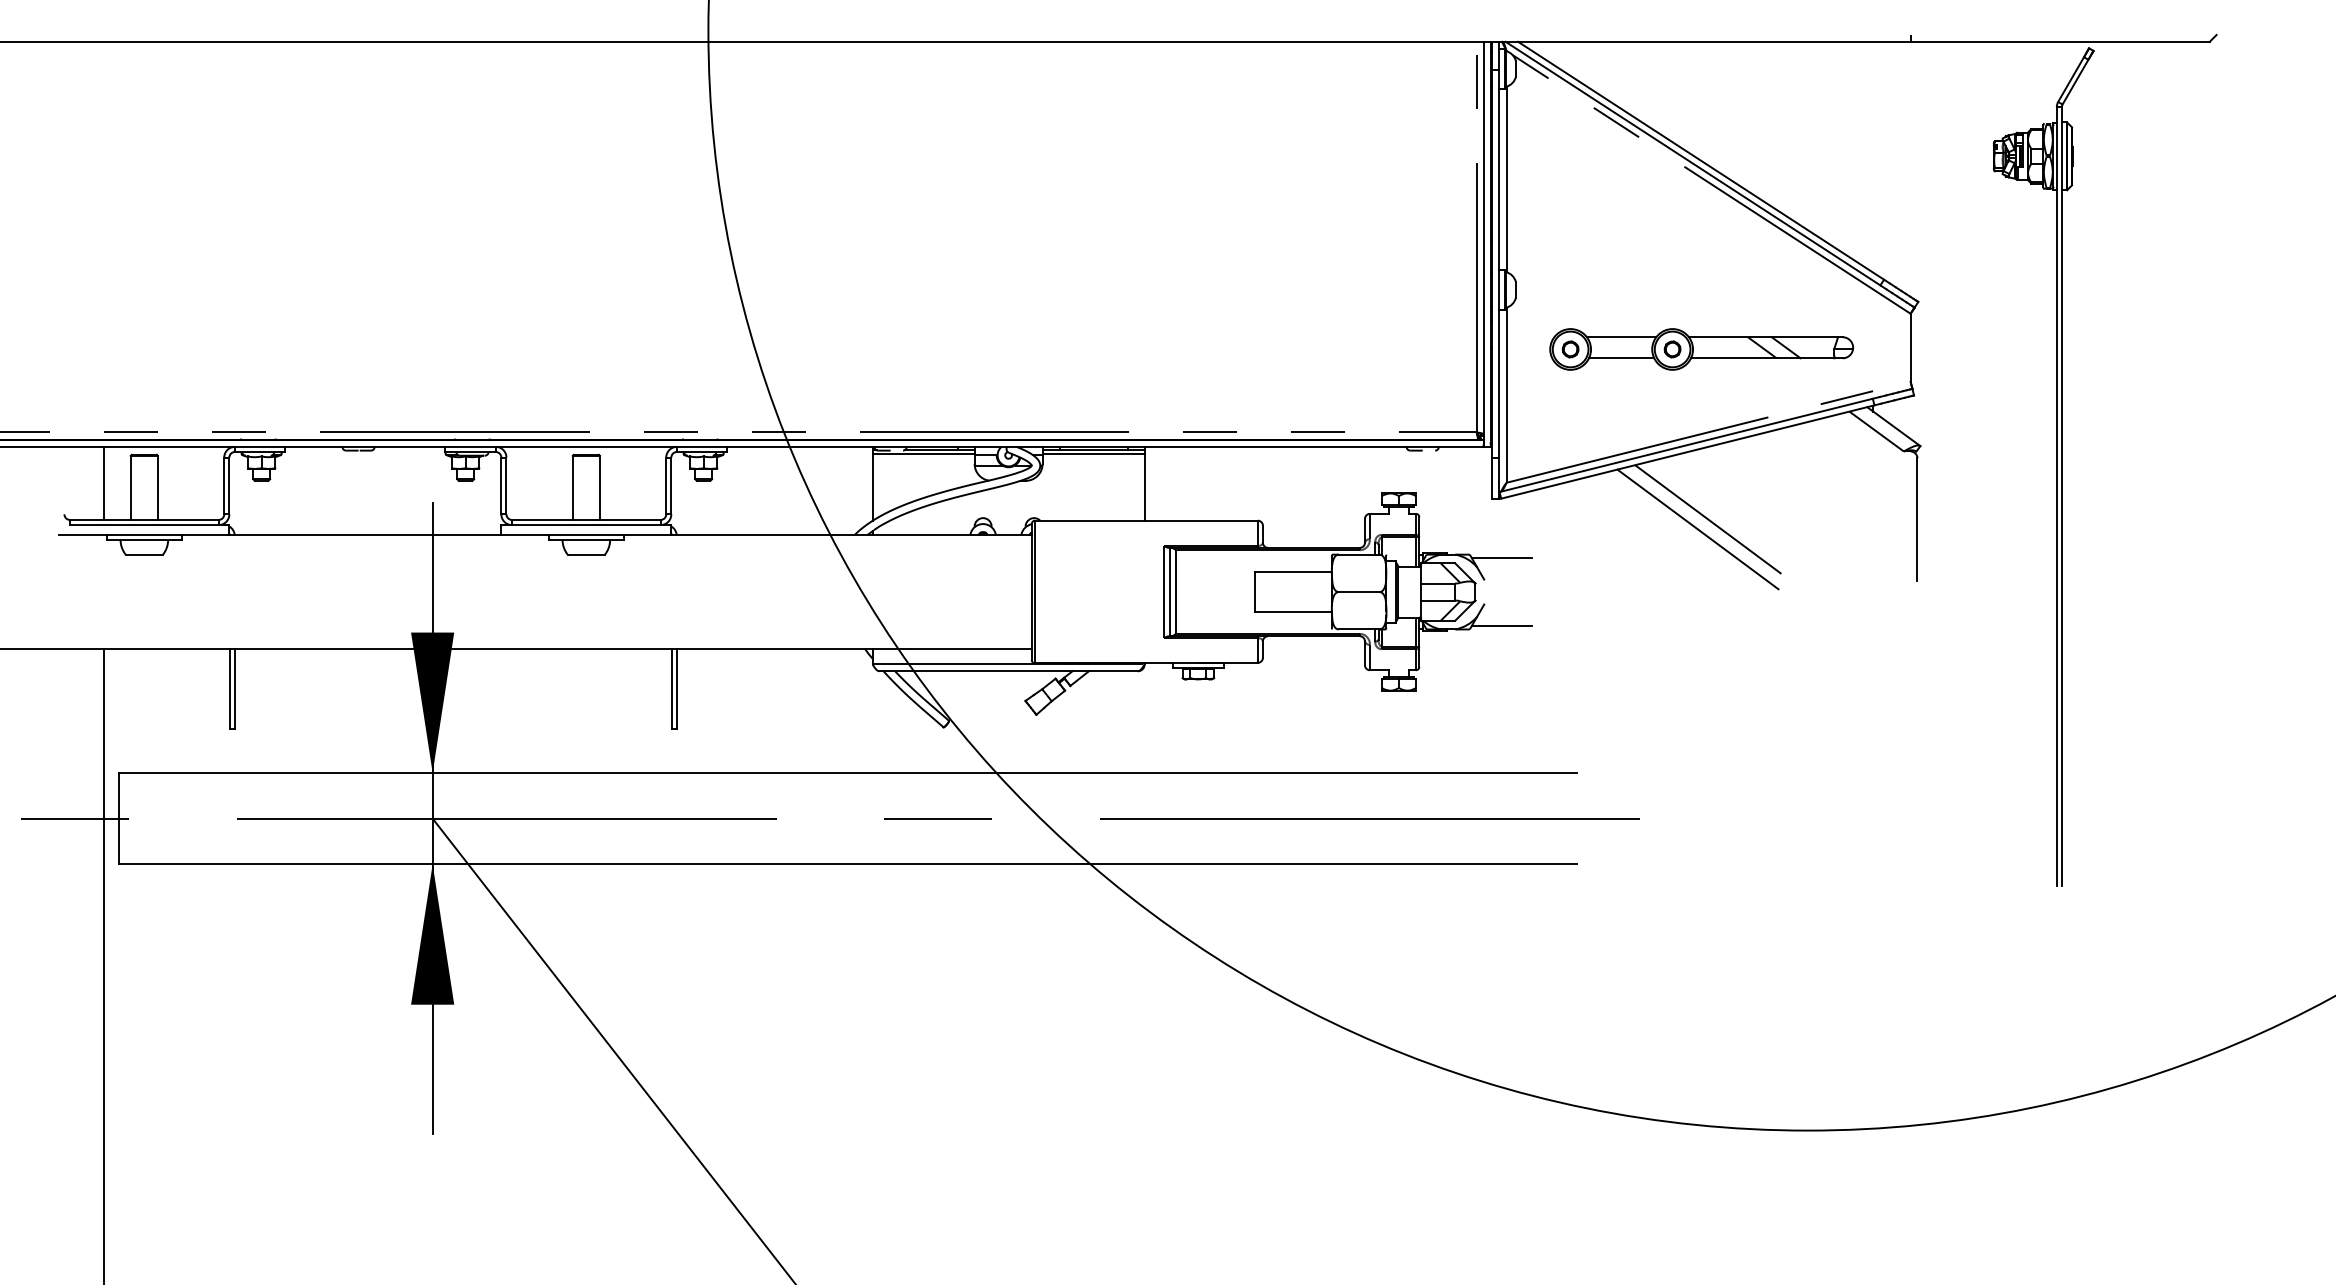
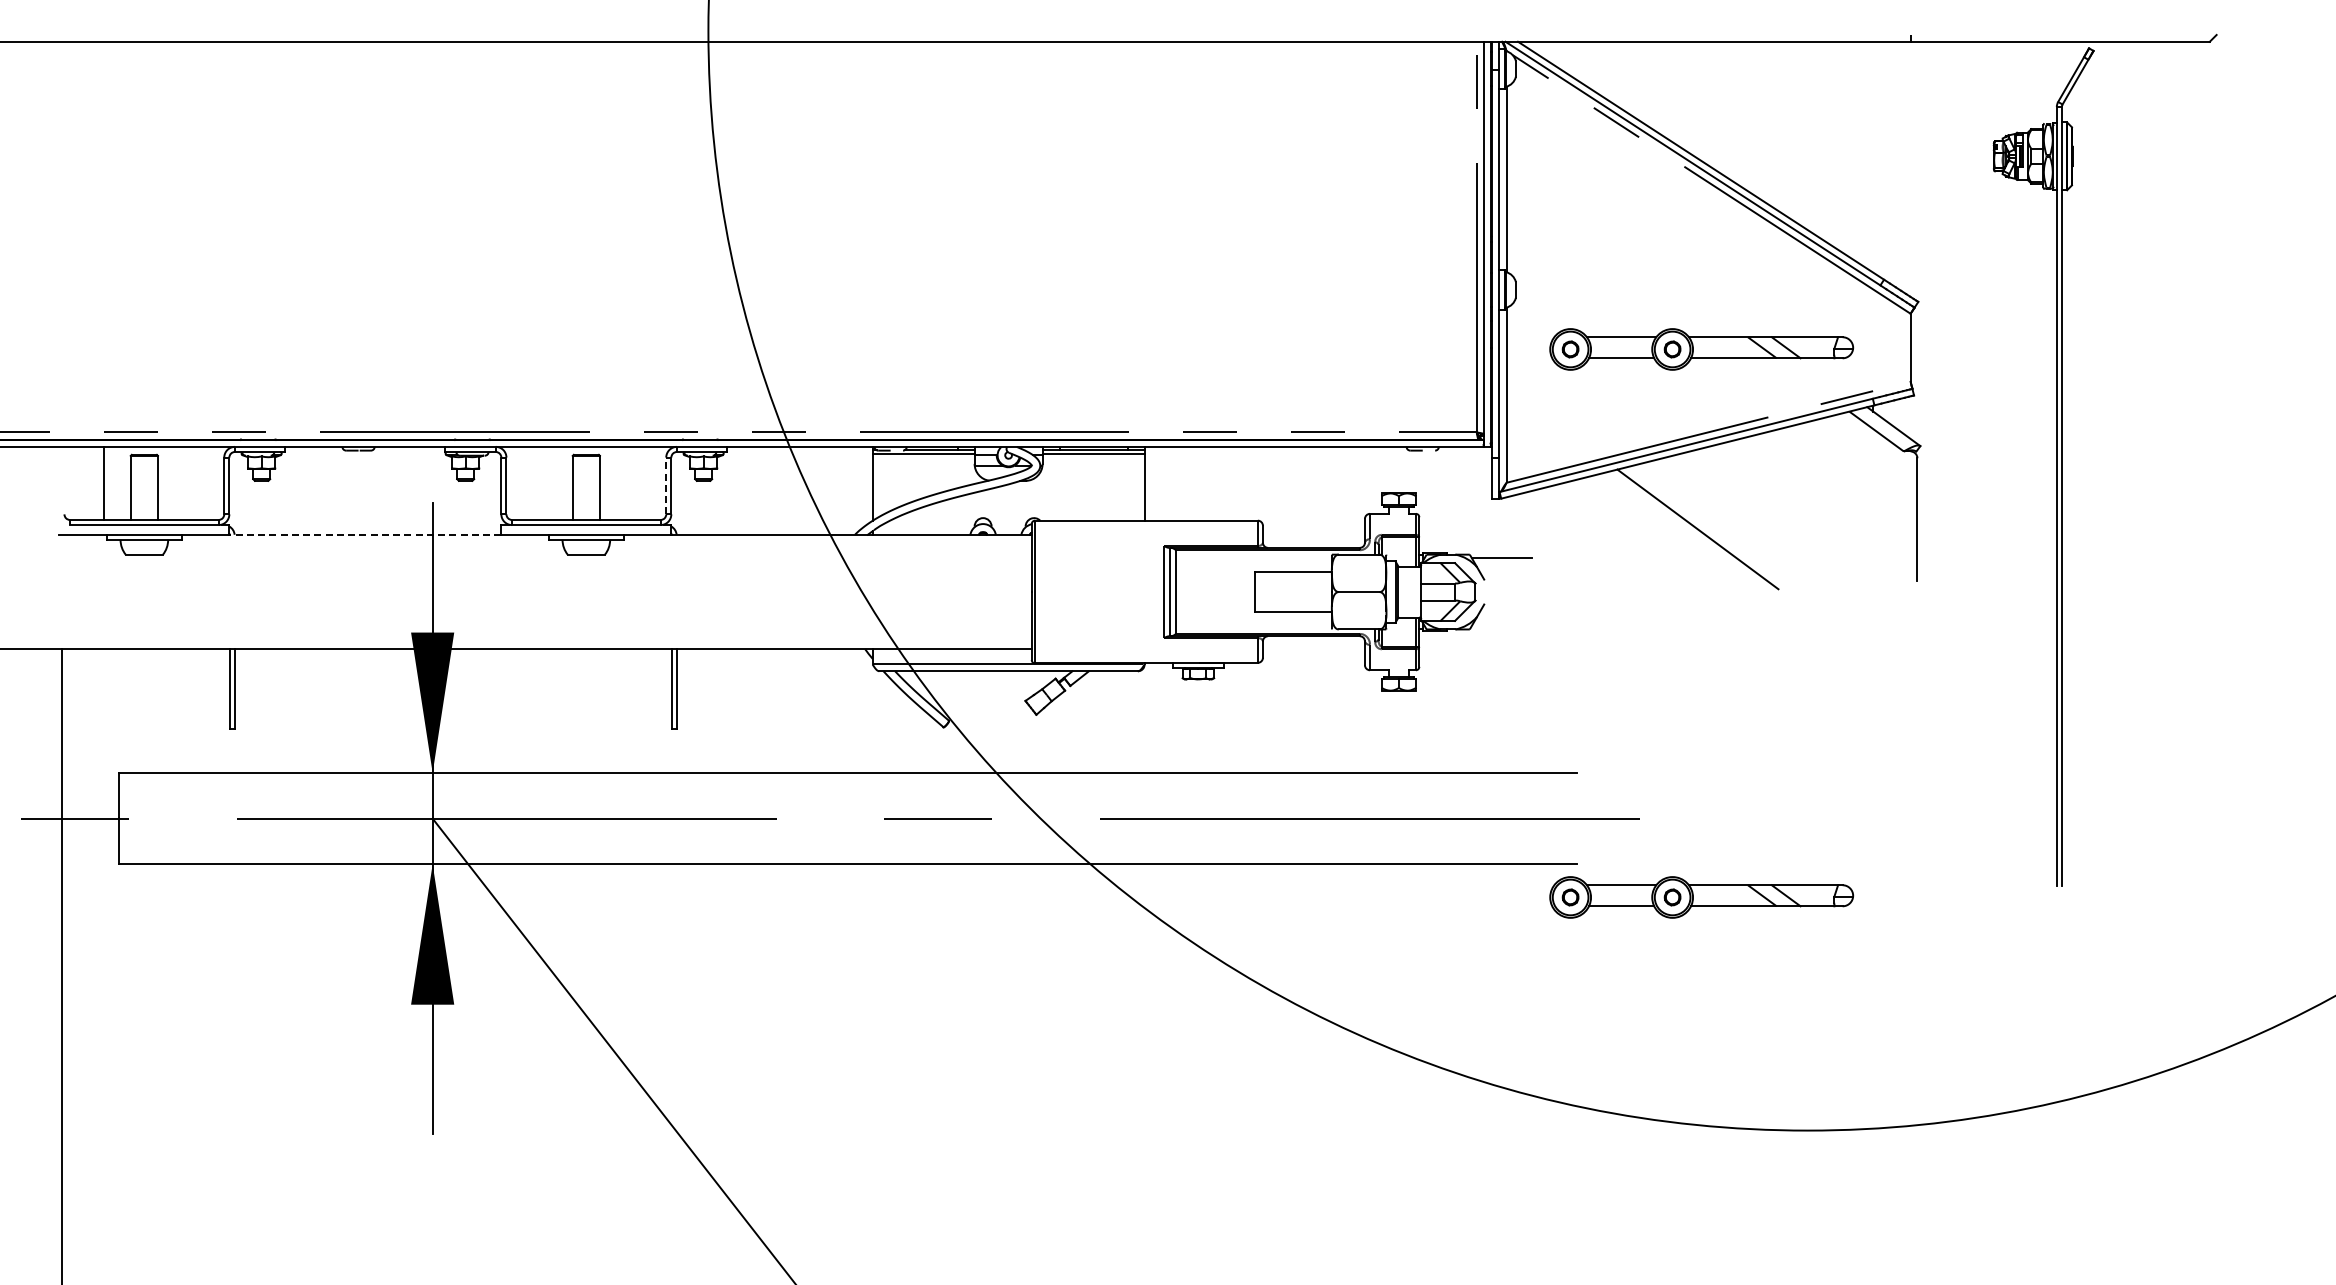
line at (666, 485): solid -> dashed
line at (1708, 519): present -> none
line at (365, 534): solid -> dashed
line at (1501, 626): present -> none
part at (1701, 897): none -> present
line at (103, 965) position: (103, 965) -> (61, 965)
